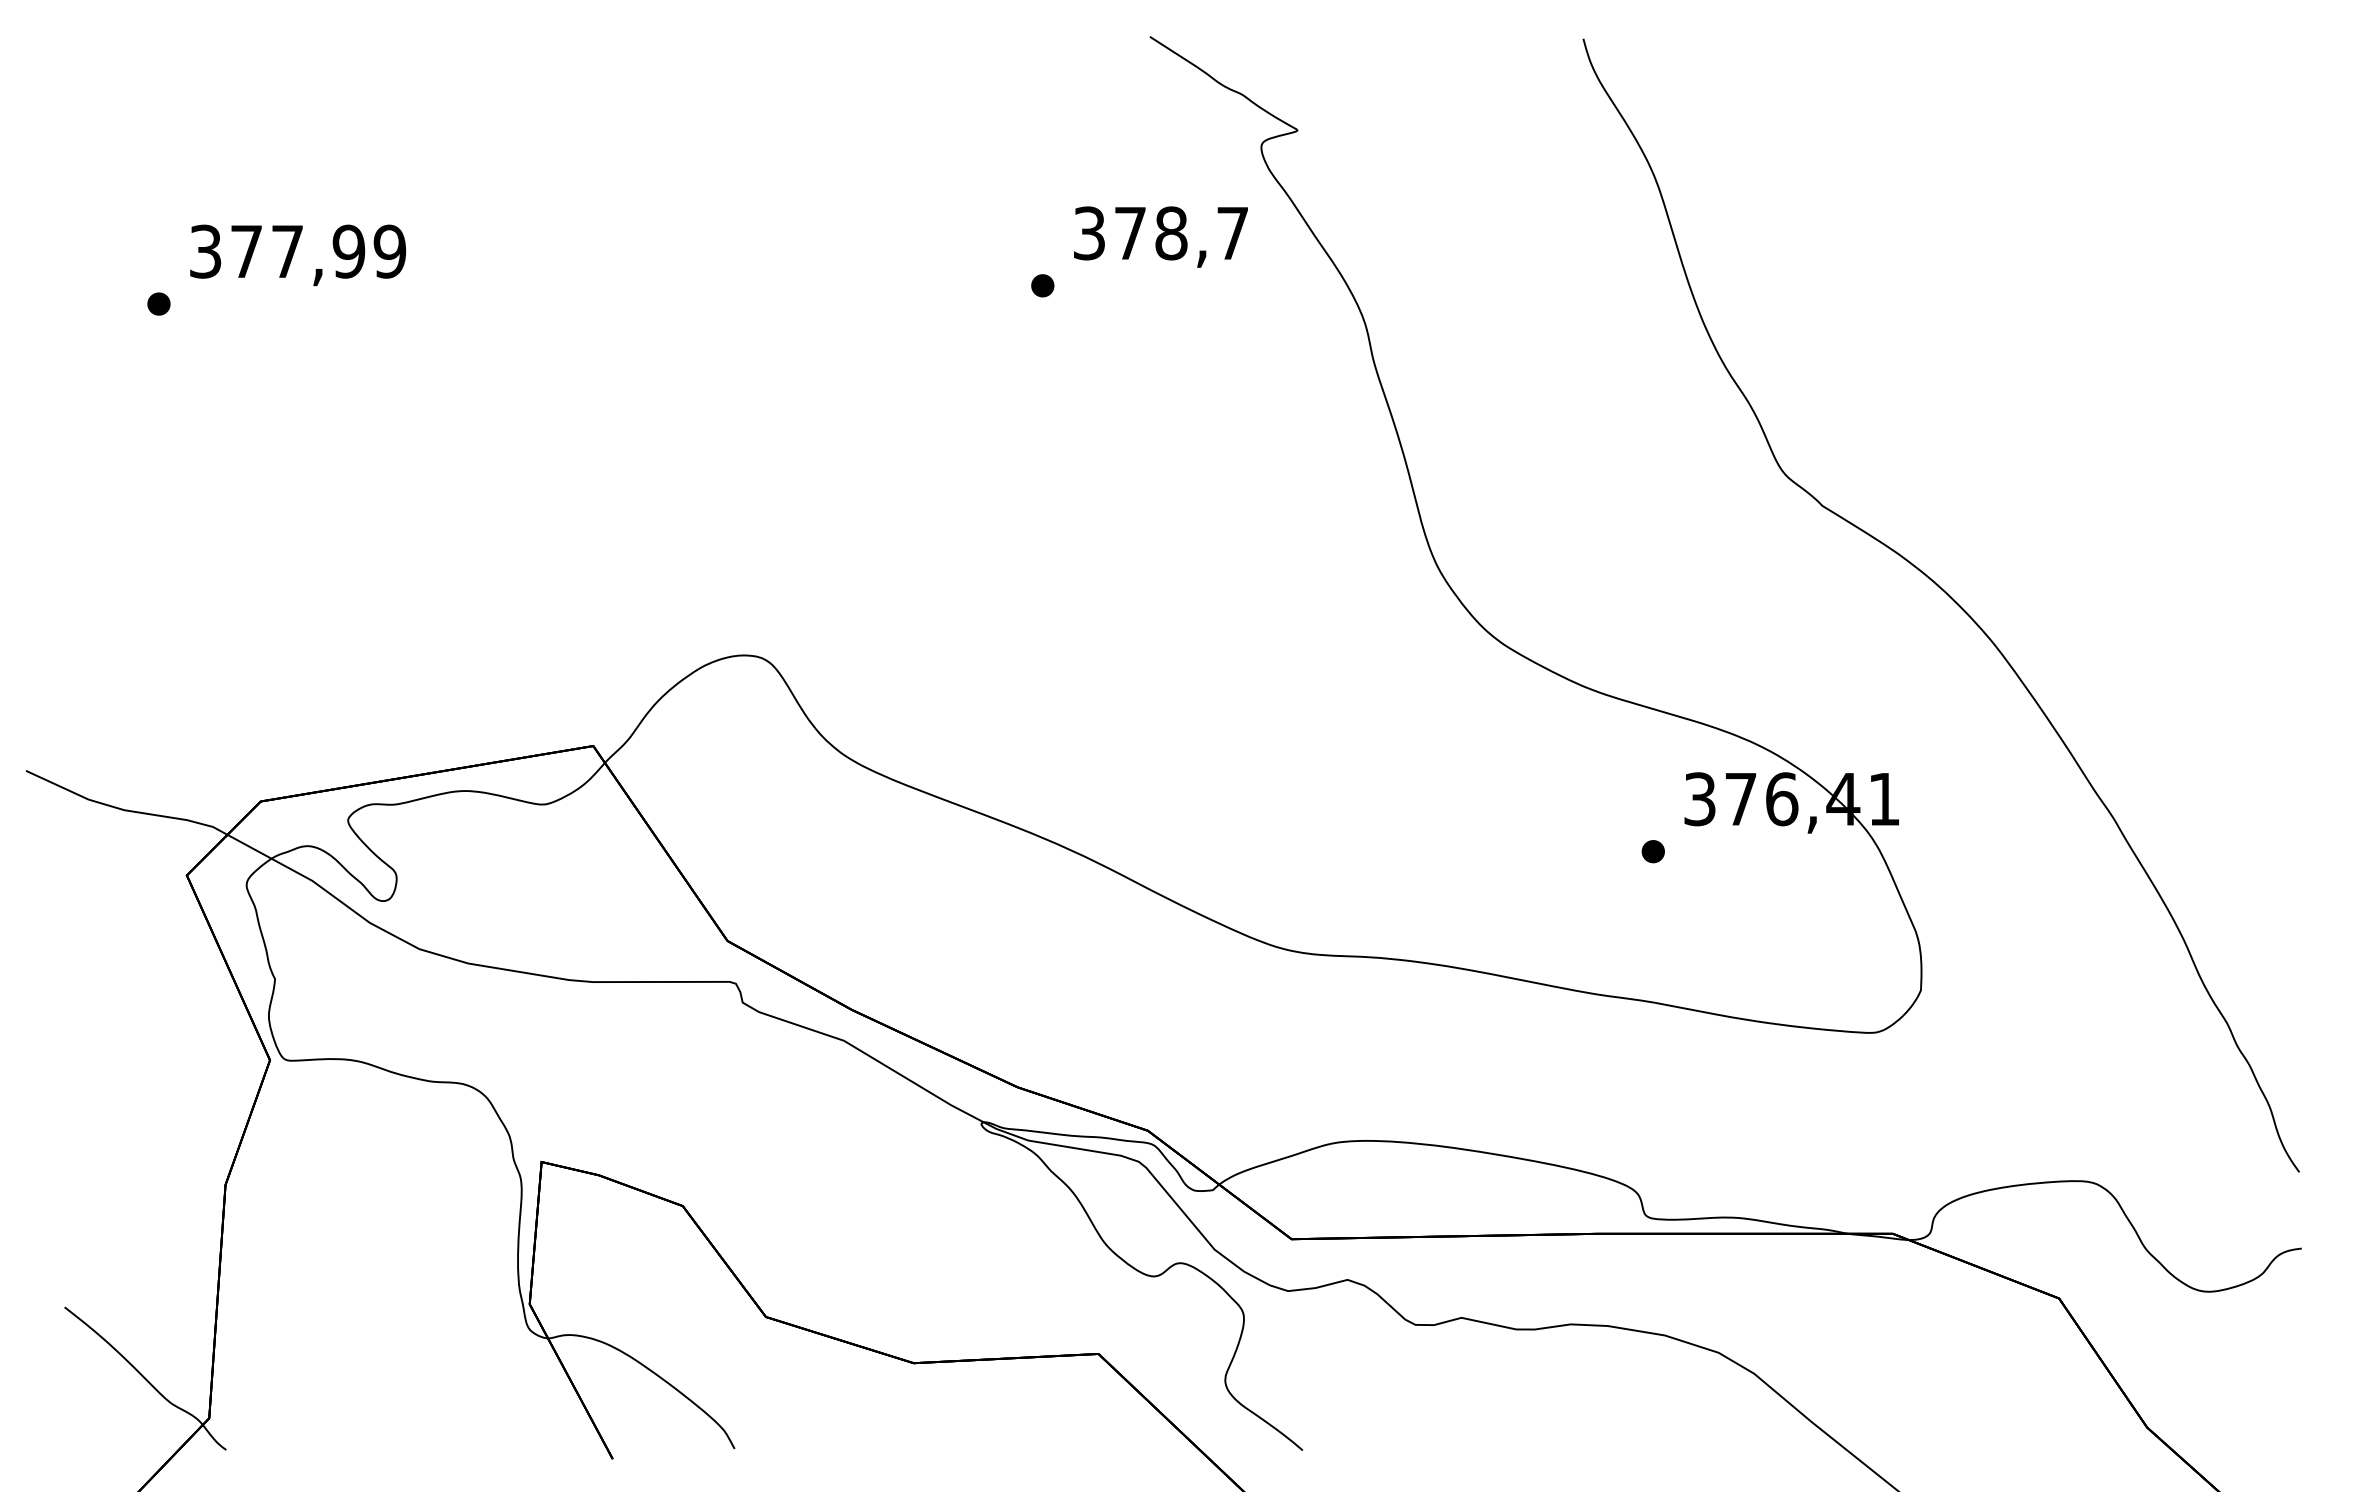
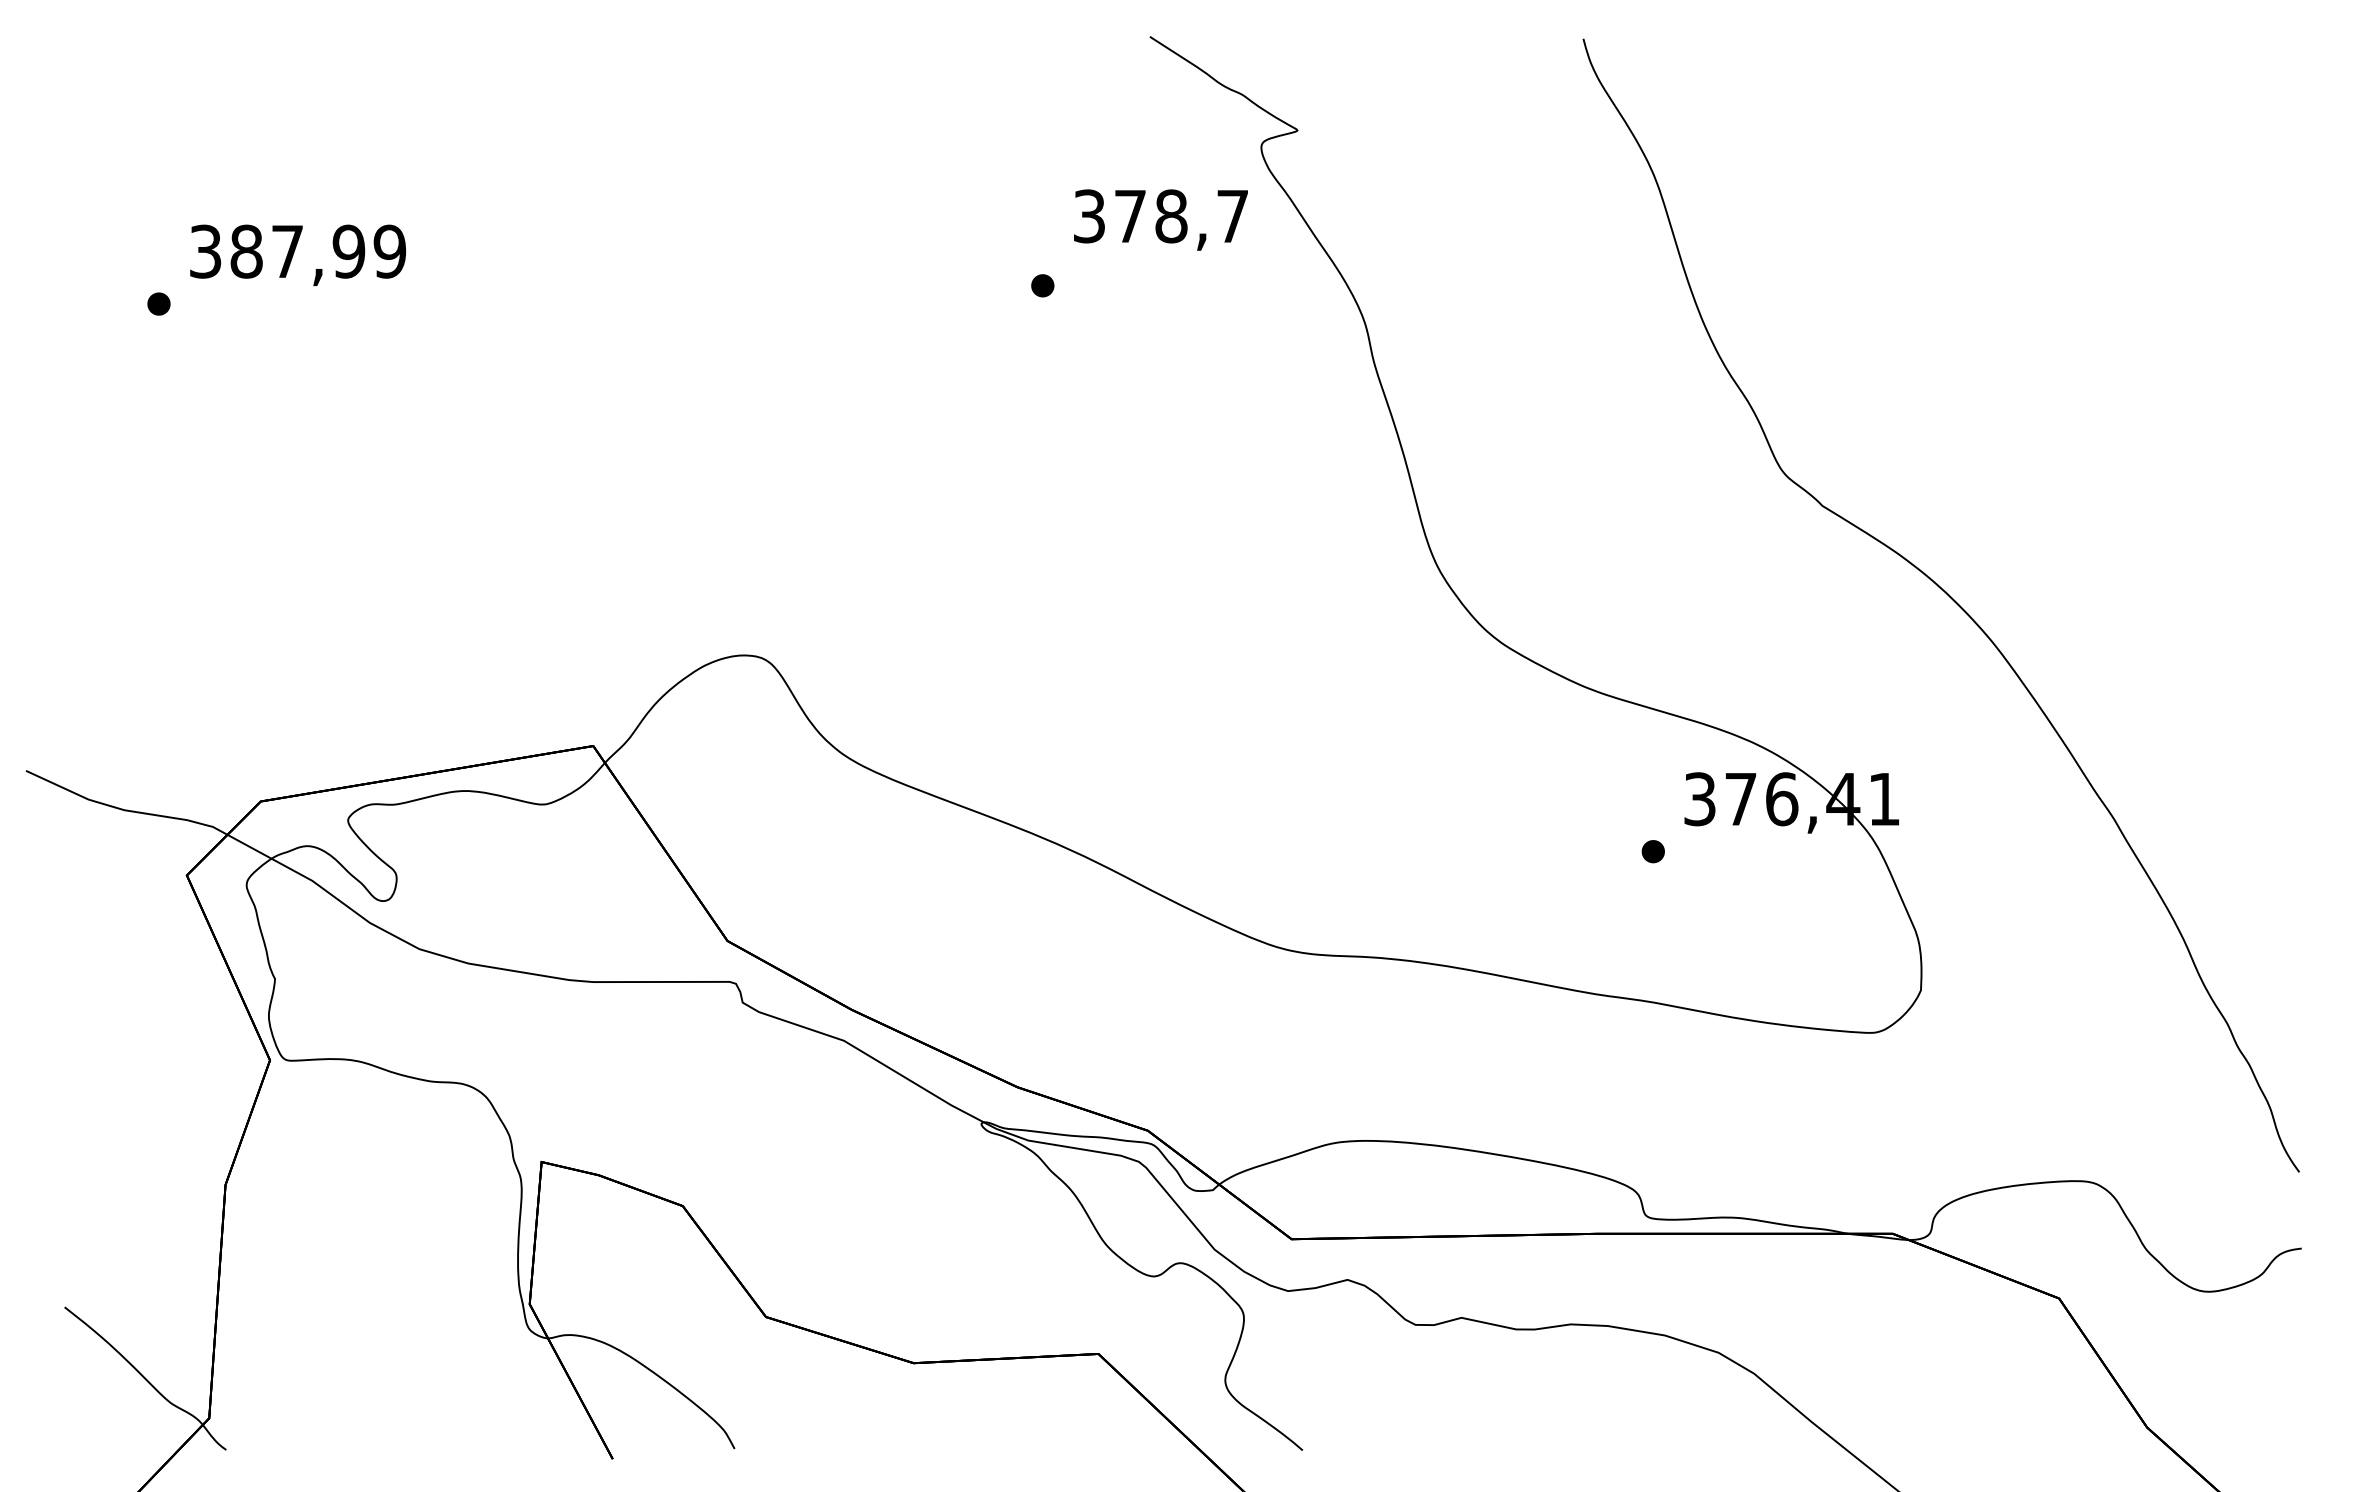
text at (1160, 236) position: (1160, 236) -> (1160, 219)
text at (246, 251): 377,99 -> 387,99
